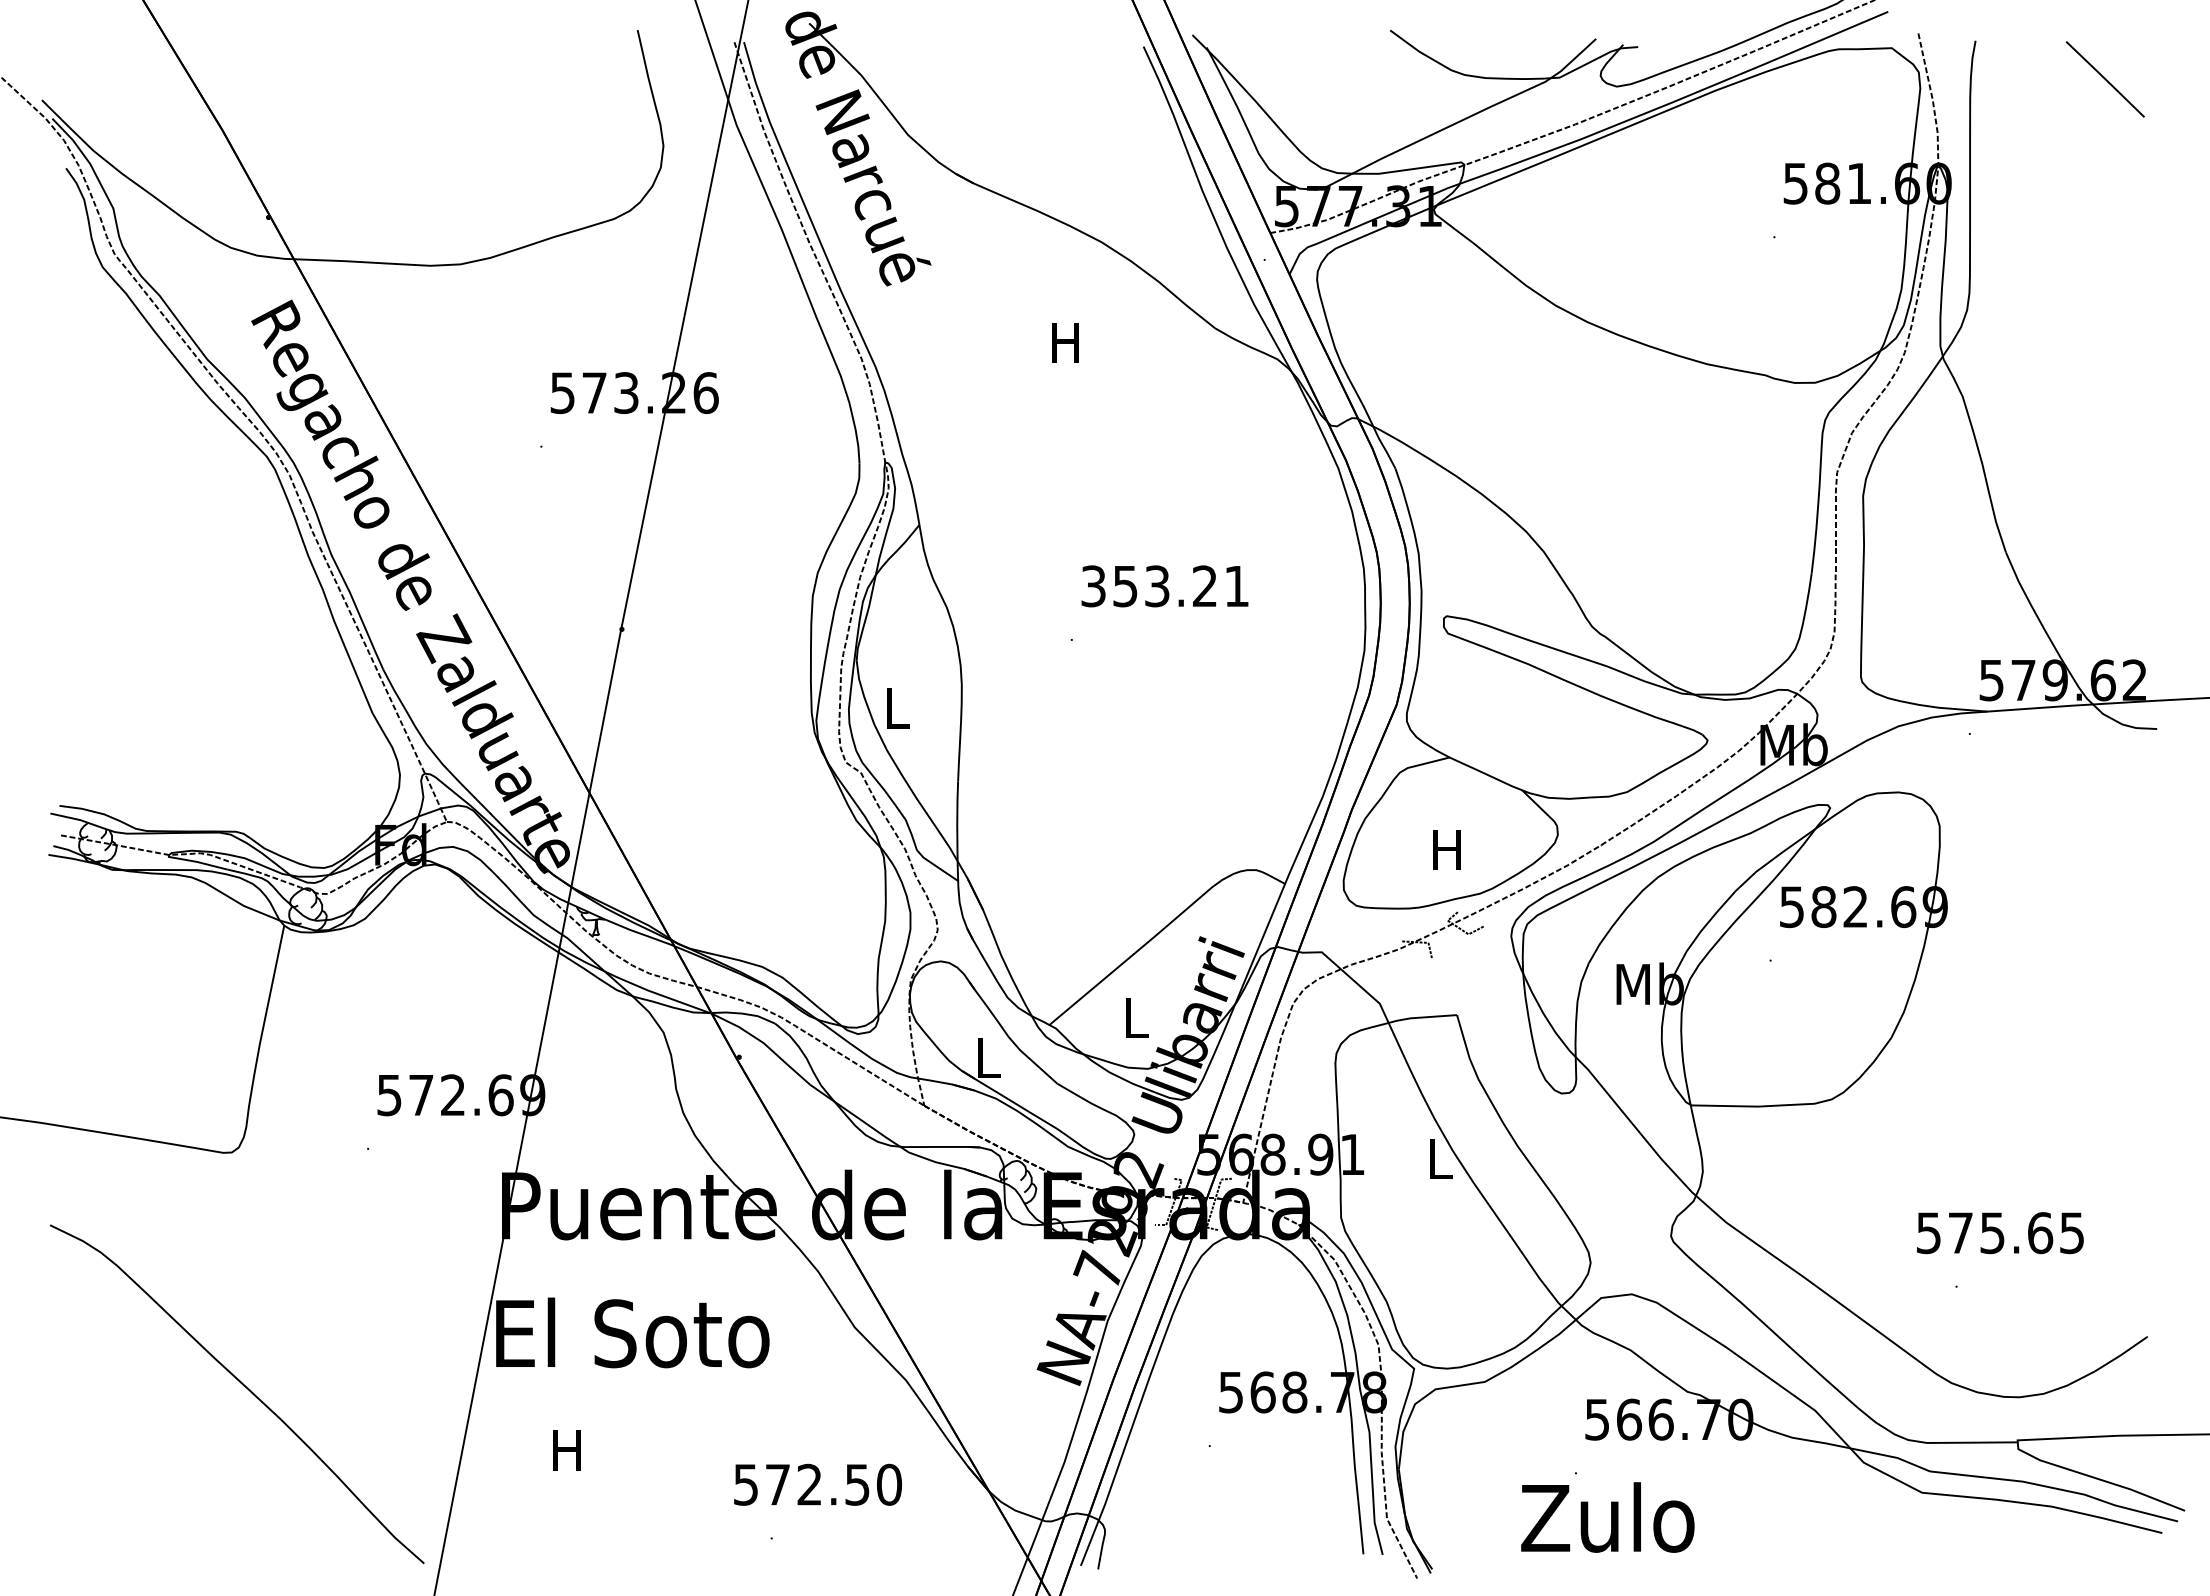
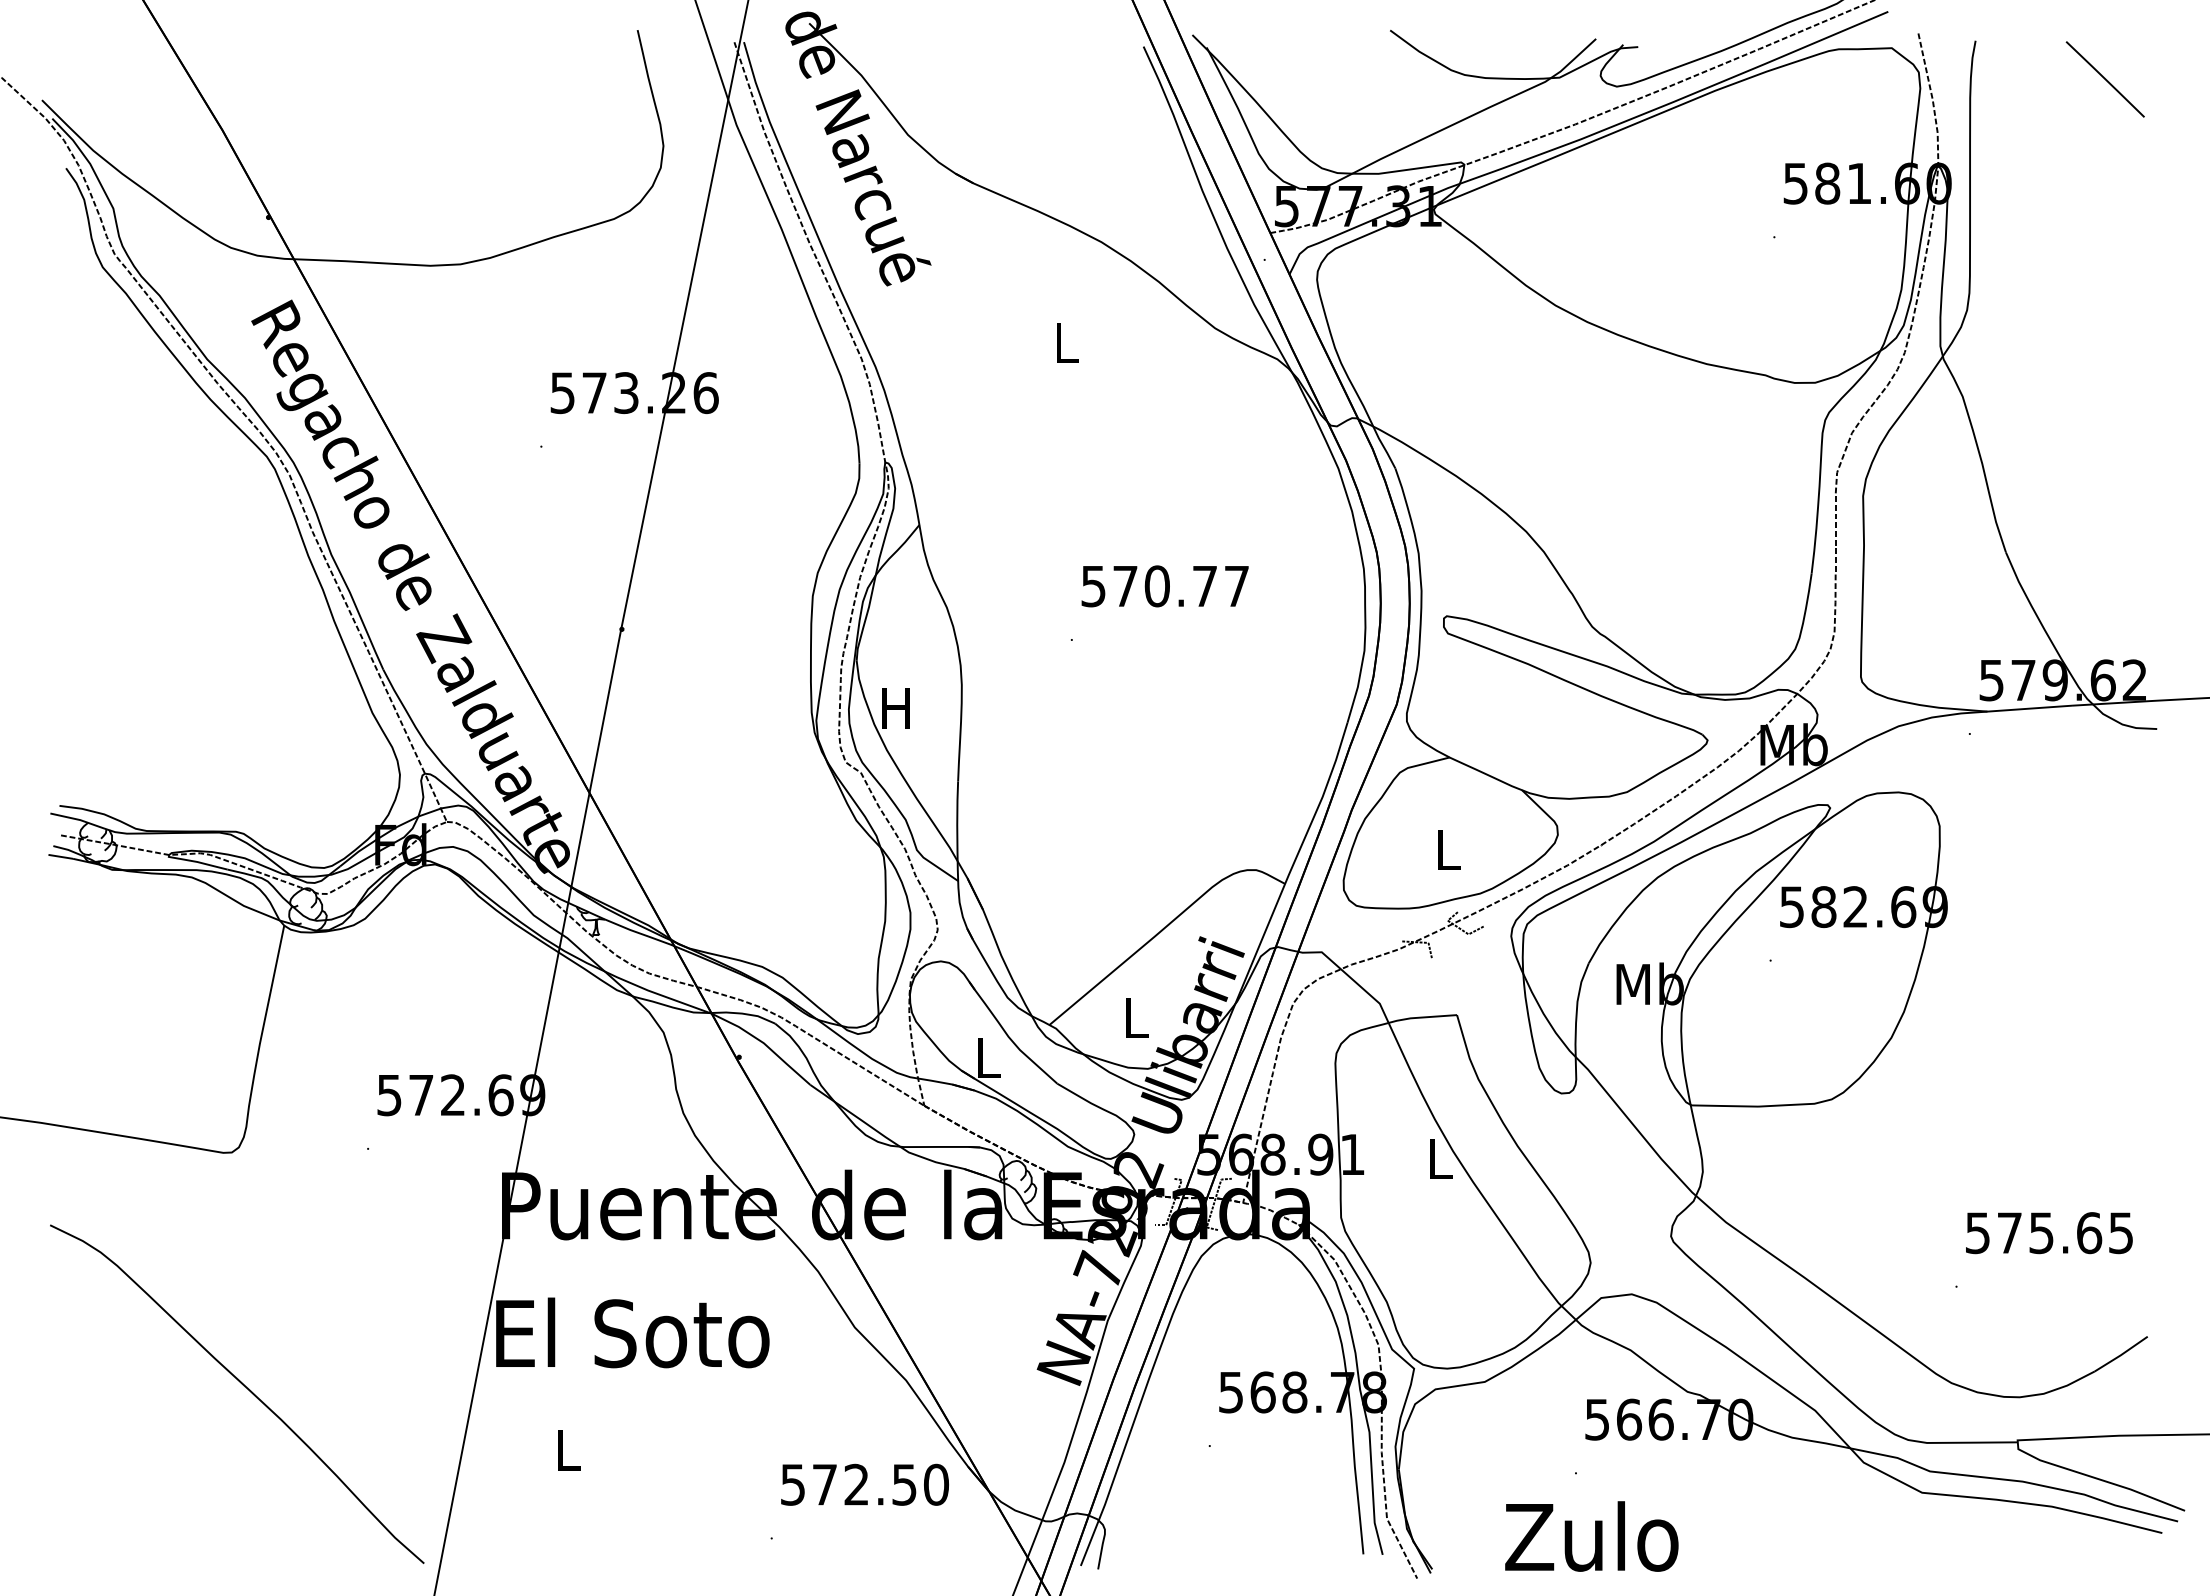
text at (1065, 342): H -> L
text at (1165, 586): 353.21 -> 570.77
text at (895, 708): L -> H
text at (1446, 849): H -> L
text at (2000, 1233) position: (2000, 1233) -> (2049, 1233)
text at (566, 1450): H -> L
text at (817, 1484) position: (817, 1484) -> (864, 1484)
text at (1607, 1517) position: (1607, 1517) -> (1591, 1536)
